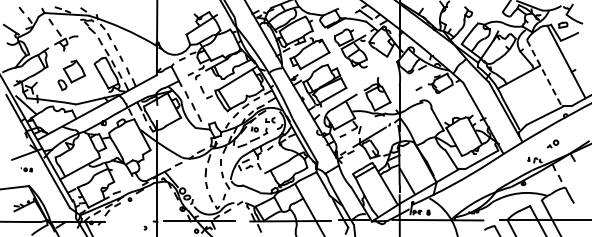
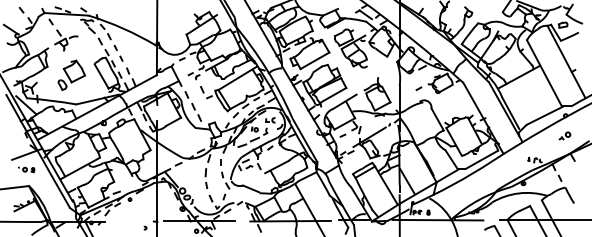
line at (544, 73): dashed -> solid
part at (552, 143) position: (552, 143) -> (564, 135)
part at (26, 169) size: 13x6 px -> 18x8 px
